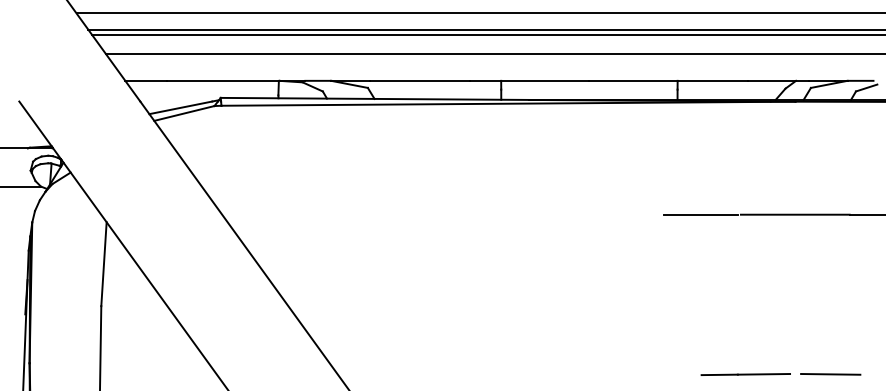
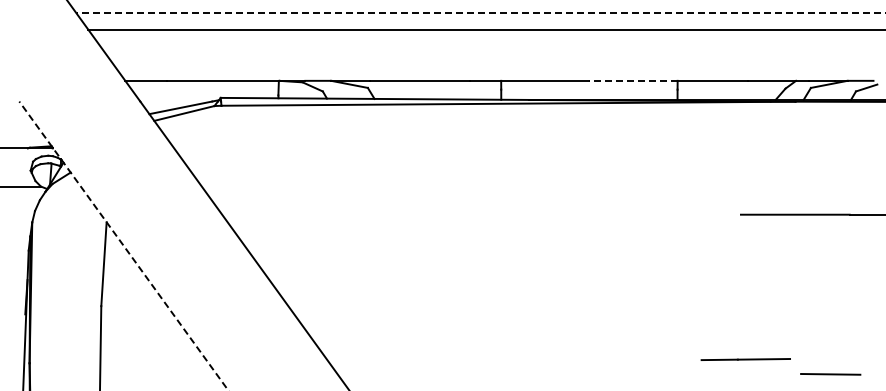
line at (480, 13): solid -> dashed
line at (487, 35): present -> none
line at (493, 53): present -> none
line at (633, 80): solid -> dashed
line at (700, 214): present -> none
line at (123, 245): solid -> dashed
line at (745, 374) position: (745, 374) -> (745, 359)
